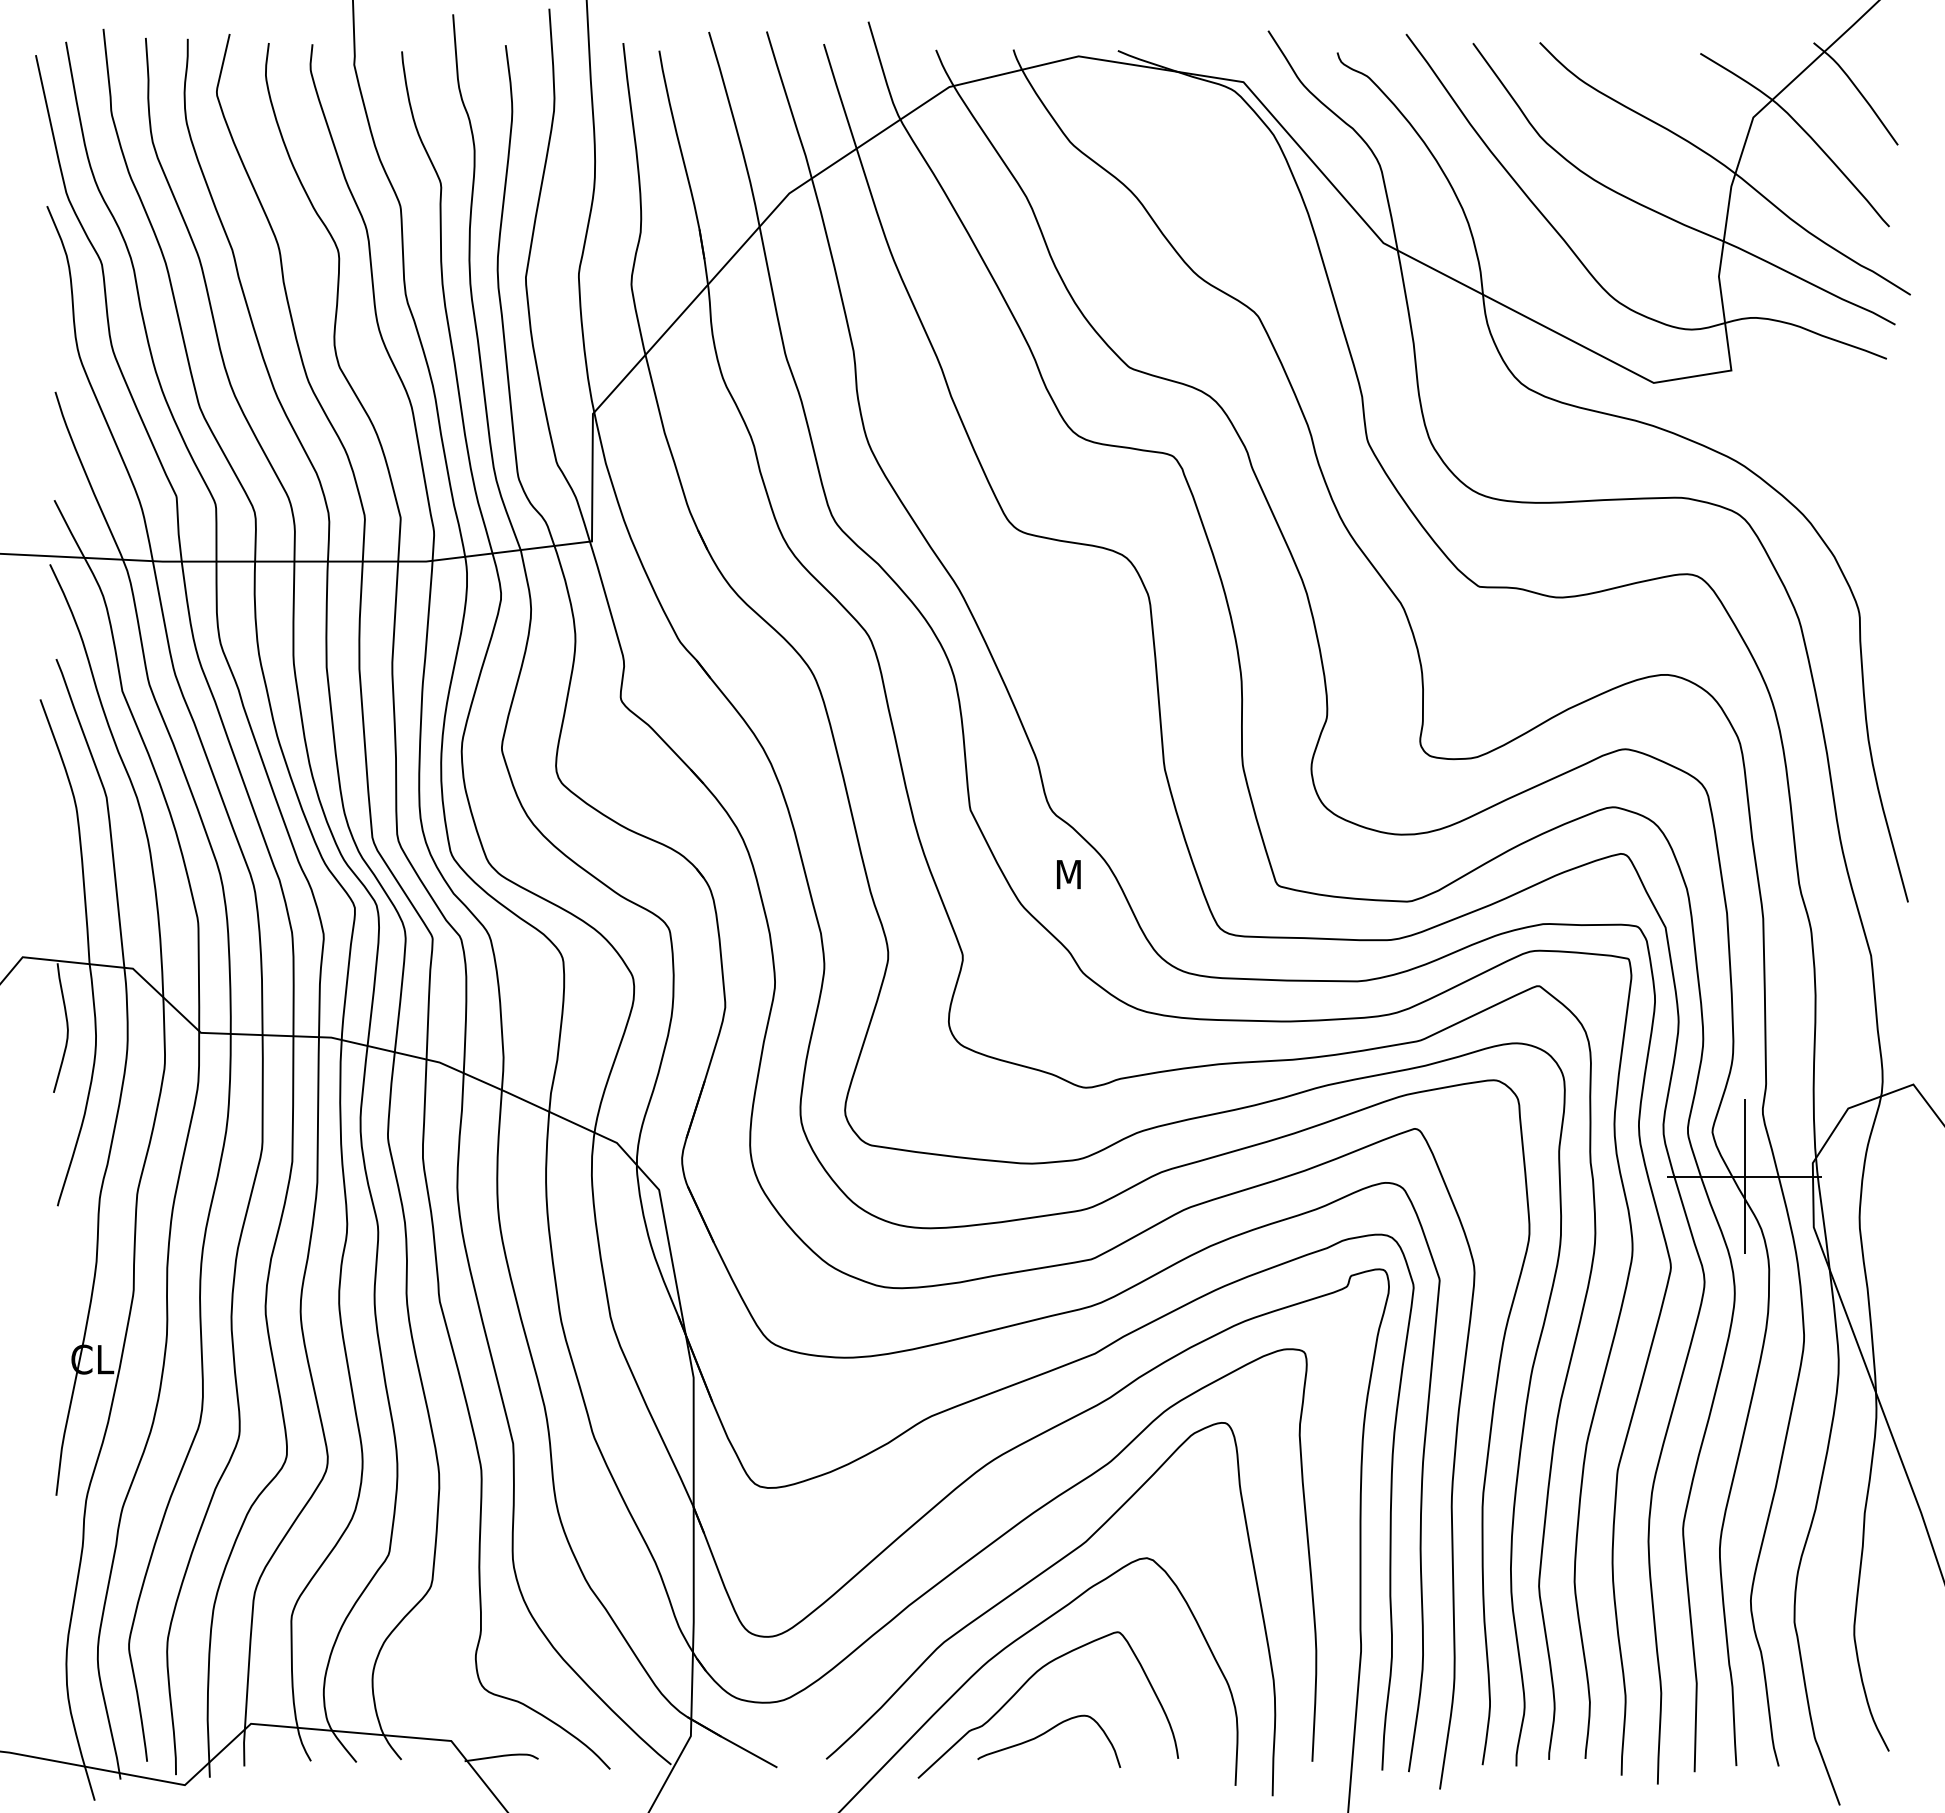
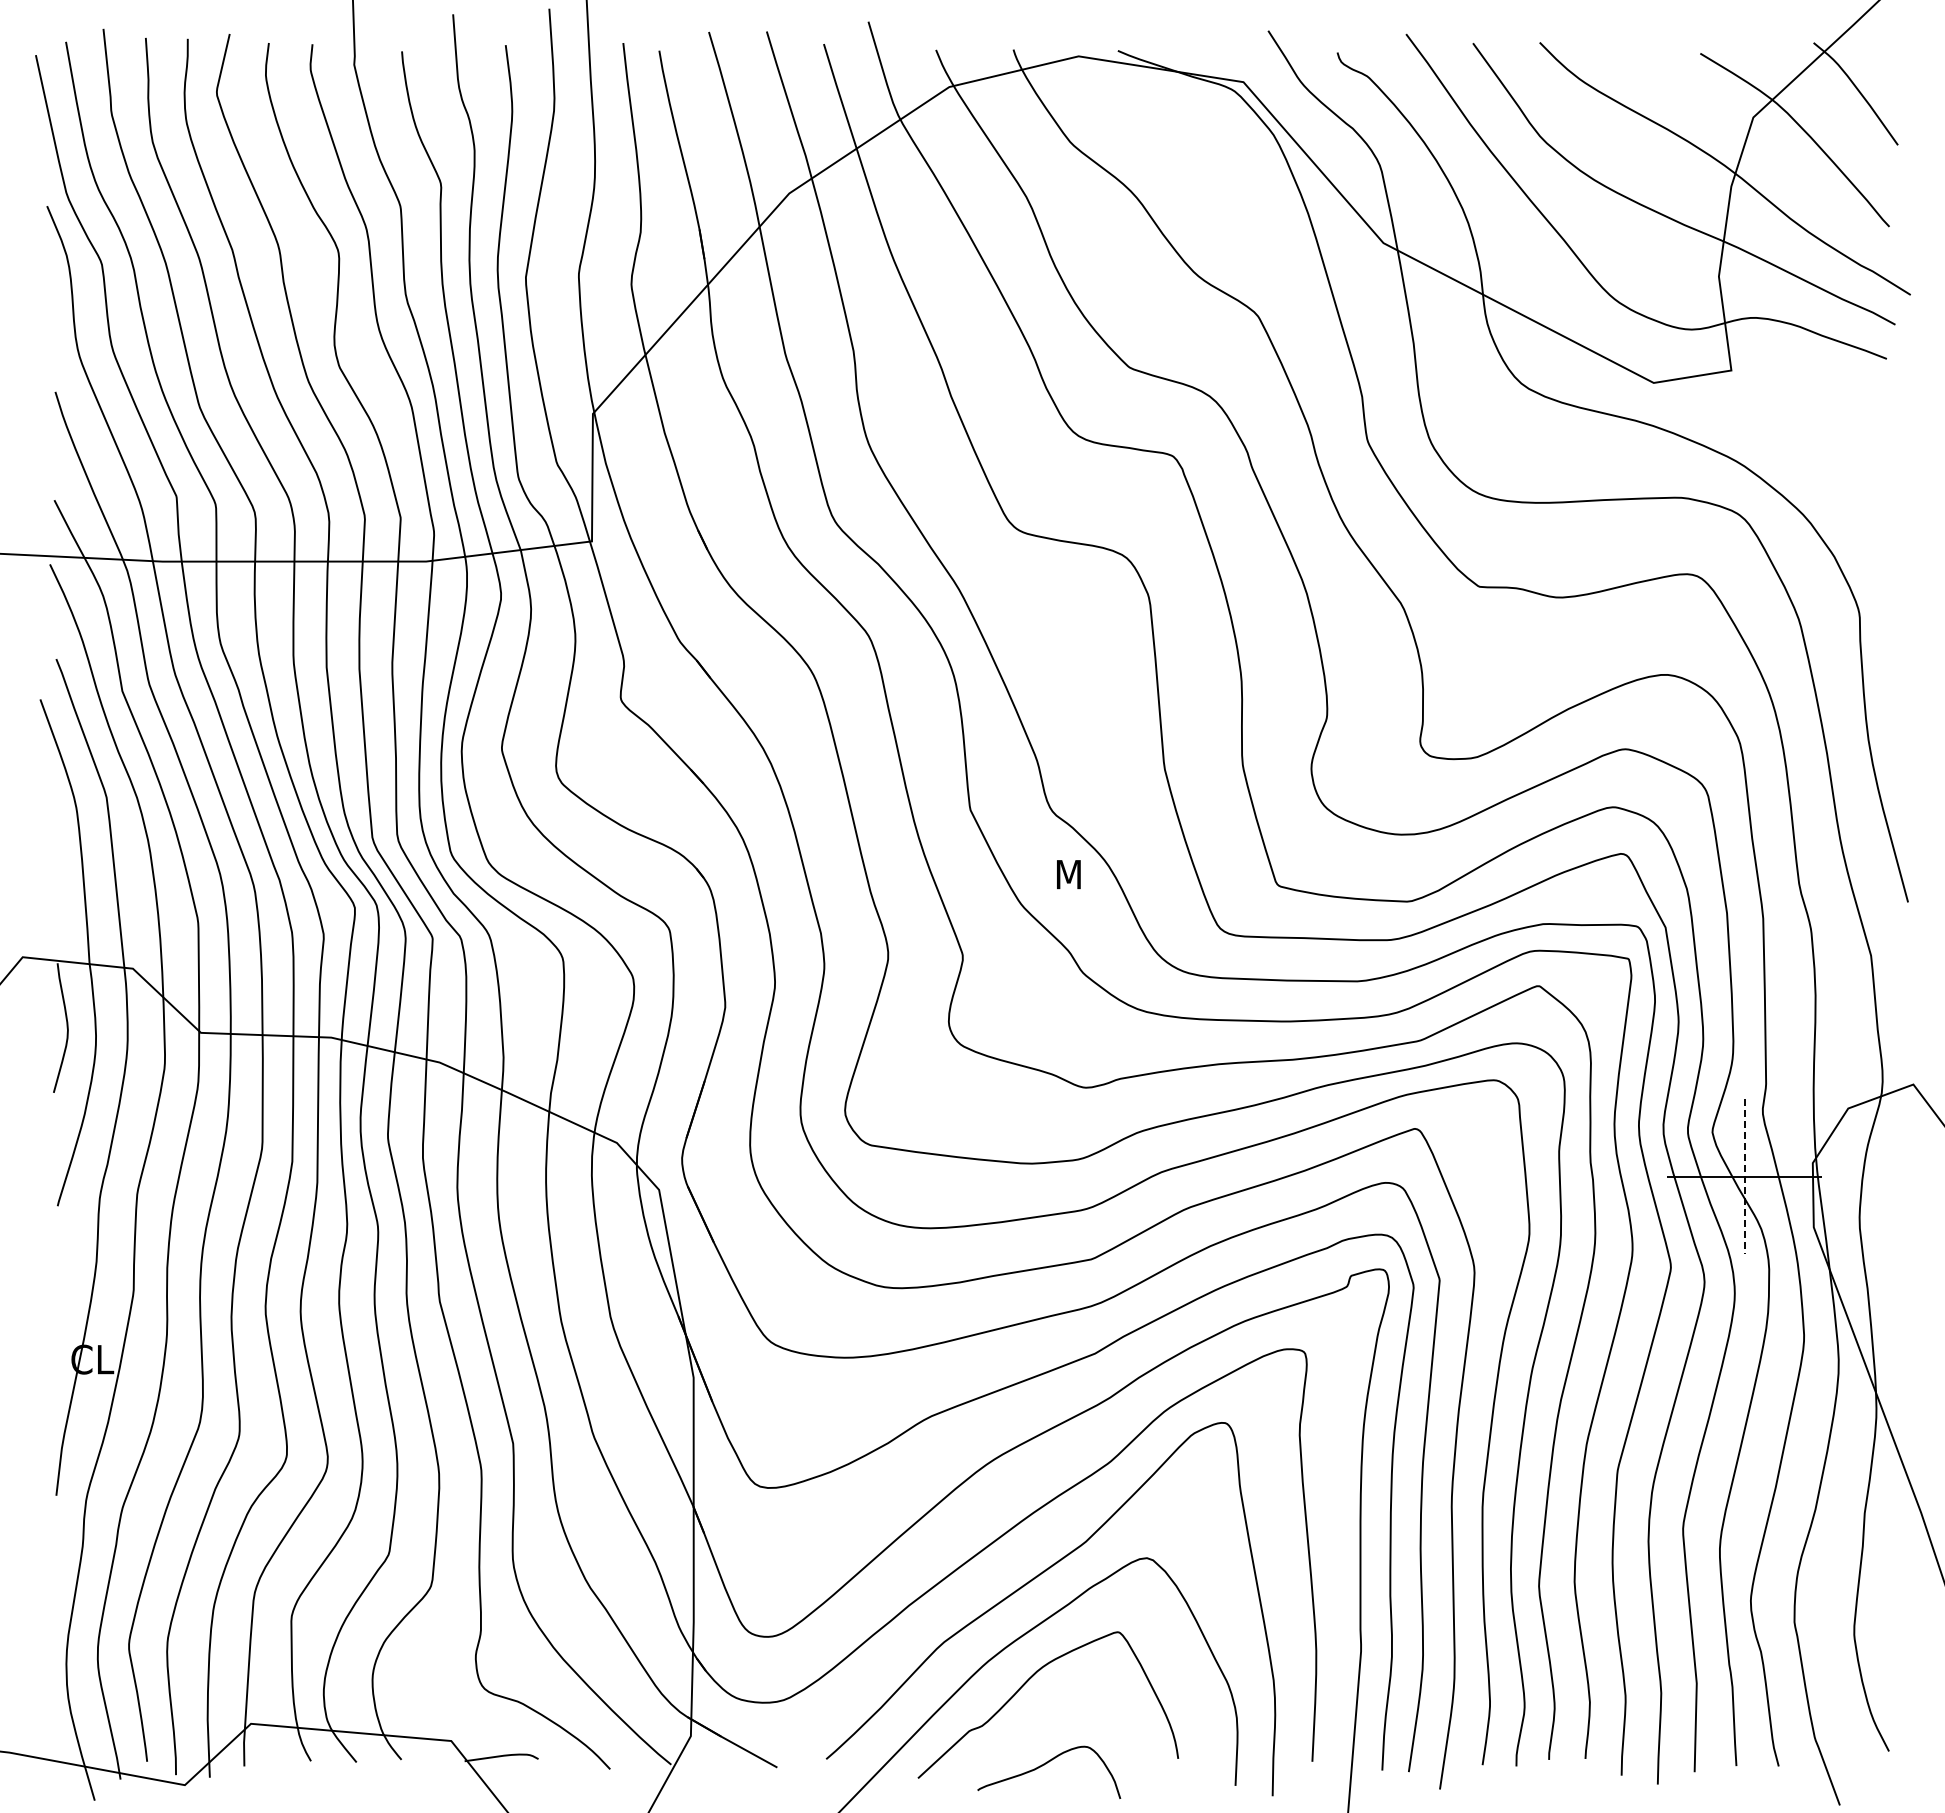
line at (1744, 1177): solid -> dashed
curve at (1046, 1733) position: (1046, 1733) -> (1046, 1764)
